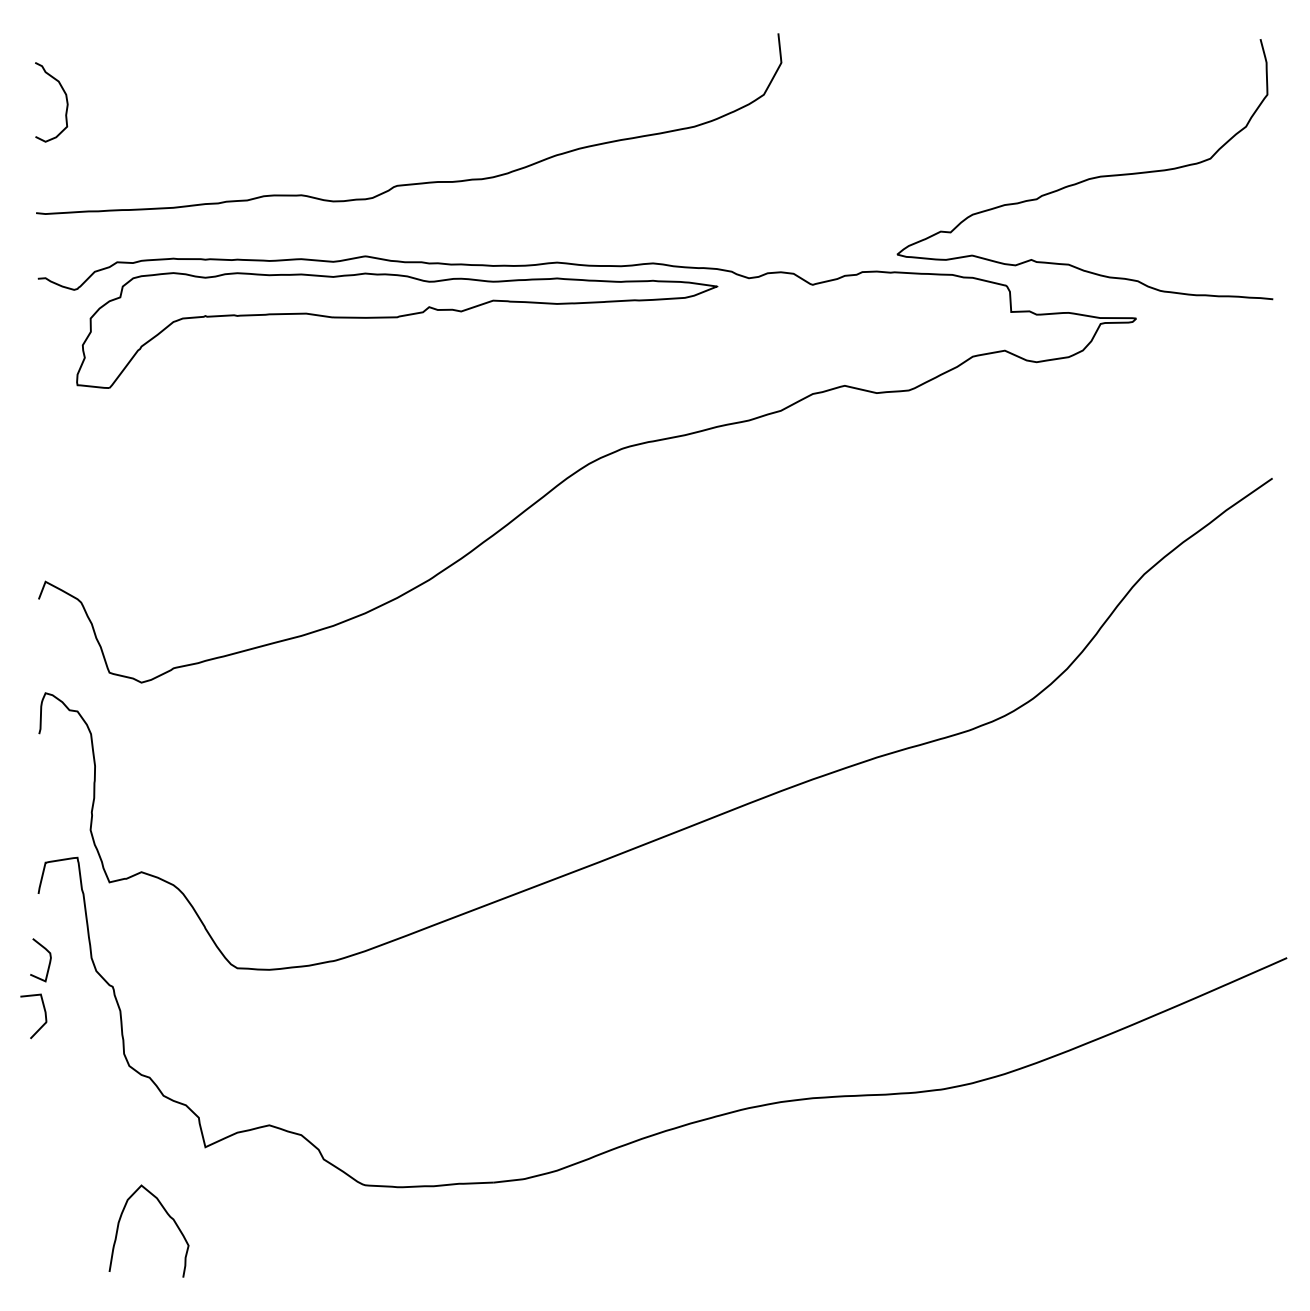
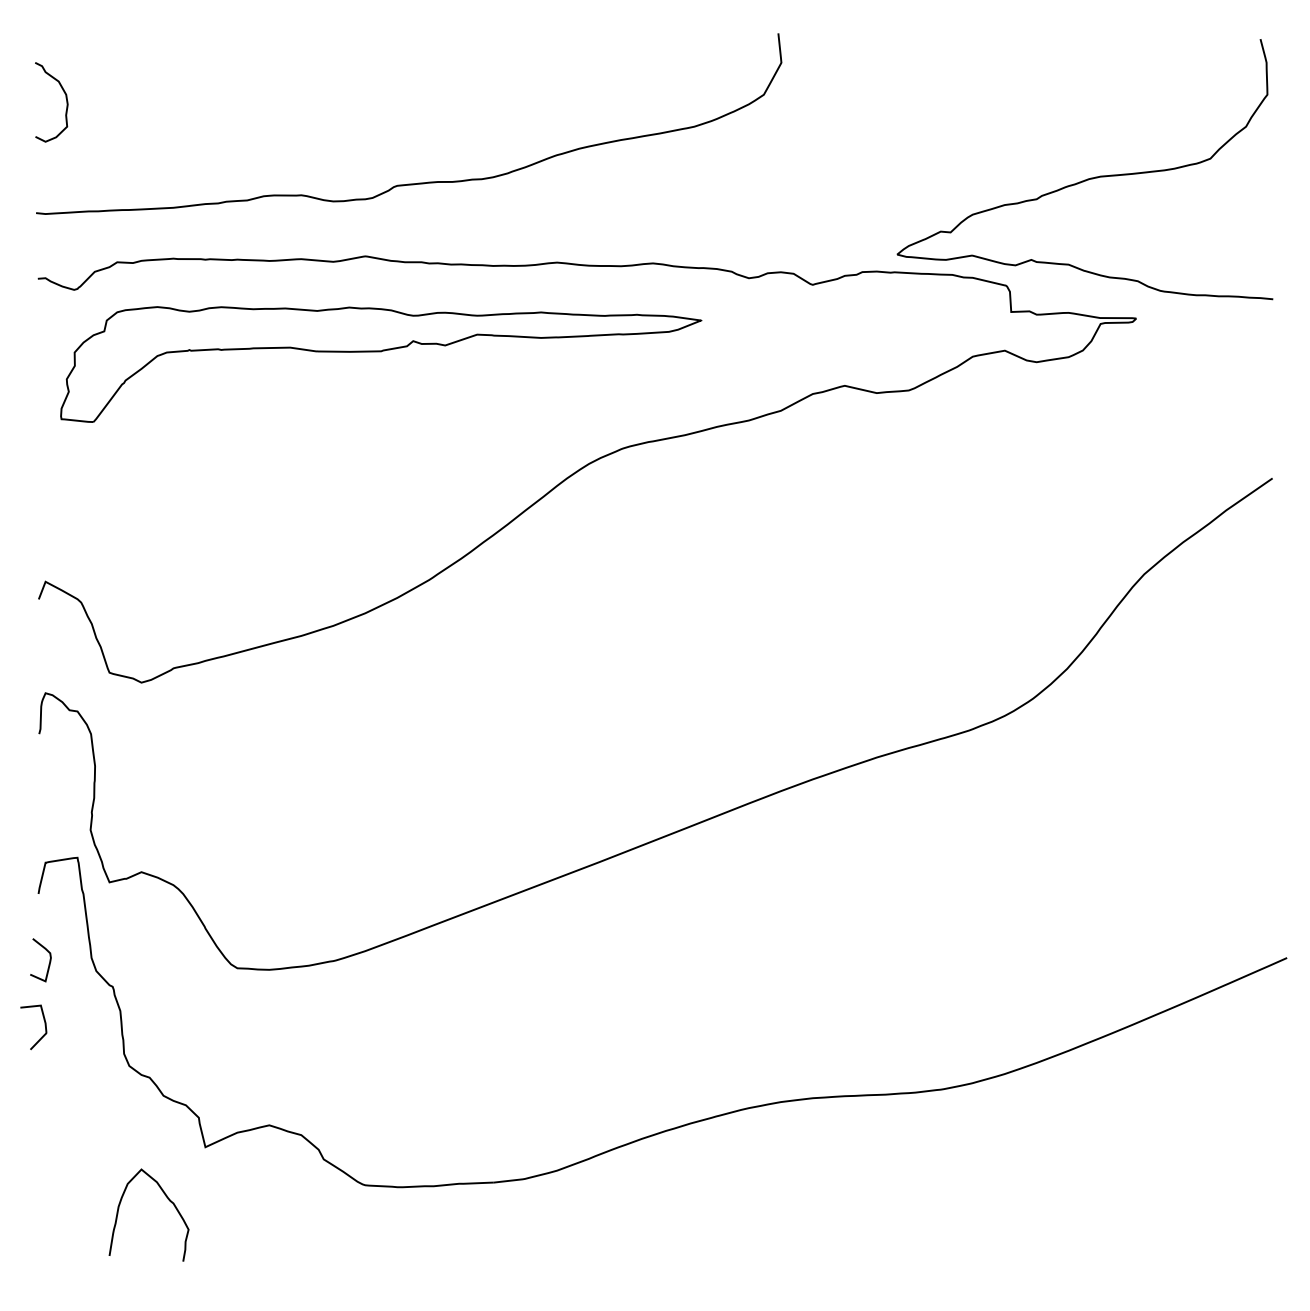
part at (397, 318) position: (397, 318) -> (381, 352)
curve at (44, 1014) position: (44, 1014) -> (44, 1025)
curve at (167, 1215) position: (167, 1215) -> (167, 1199)
